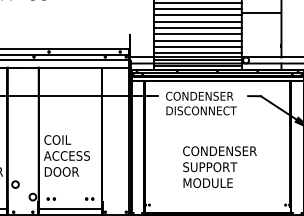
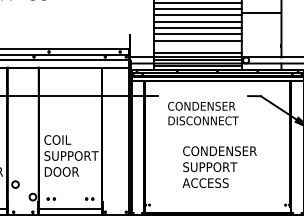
line at (197, 47): present -> none
text at (201, 103) position: (201, 103) -> (203, 113)
text at (71, 155): ACCESS -> SUPPORT
text at (207, 182): MODULE -> ACCESS
